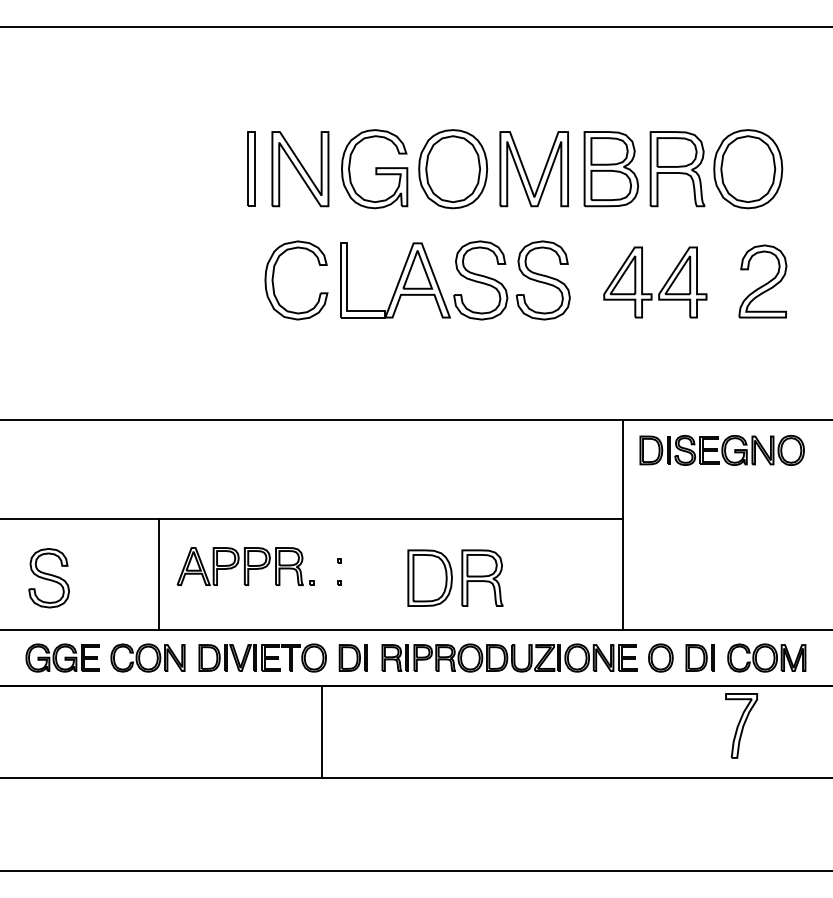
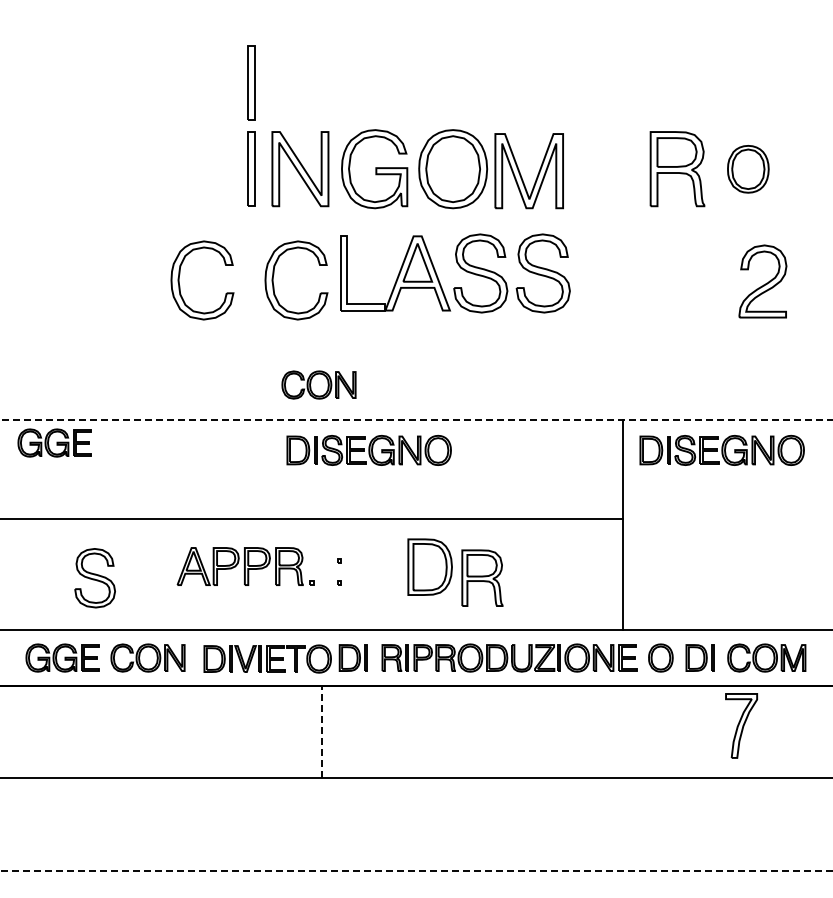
line at (415, 26): present -> none
part at (251, 82): none -> present
part at (611, 169): present -> none
part at (748, 169) size: 71x81 px -> 43x49 px
part at (526, 172) position: (526, 172) -> (521, 174)
part at (460, 275) position: (460, 275) -> (460, 268)
part at (180, 285): none -> present
part at (661, 288): present -> none
part at (318, 384): none -> present
line at (416, 420): solid -> dashed
part at (54, 442): none -> present
part at (368, 449): none -> present
line at (159, 573): present -> none
part at (429, 577) position: (429, 577) -> (429, 566)
part at (48, 578) position: (48, 578) -> (94, 578)
part at (262, 657) position: (262, 657) -> (267, 658)
line at (321, 731): solid -> dashed
line at (417, 871): solid -> dashed
